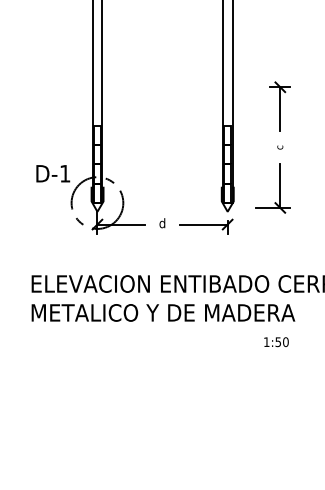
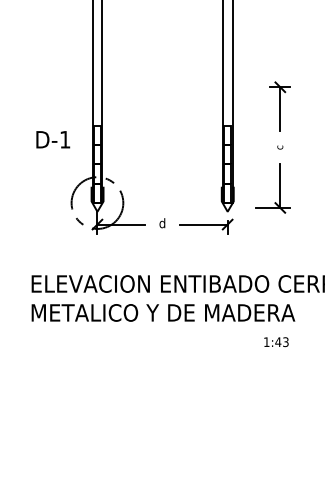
text at (53, 173) position: (53, 173) -> (53, 139)
text at (281, 342): 1:50 -> 1:43
